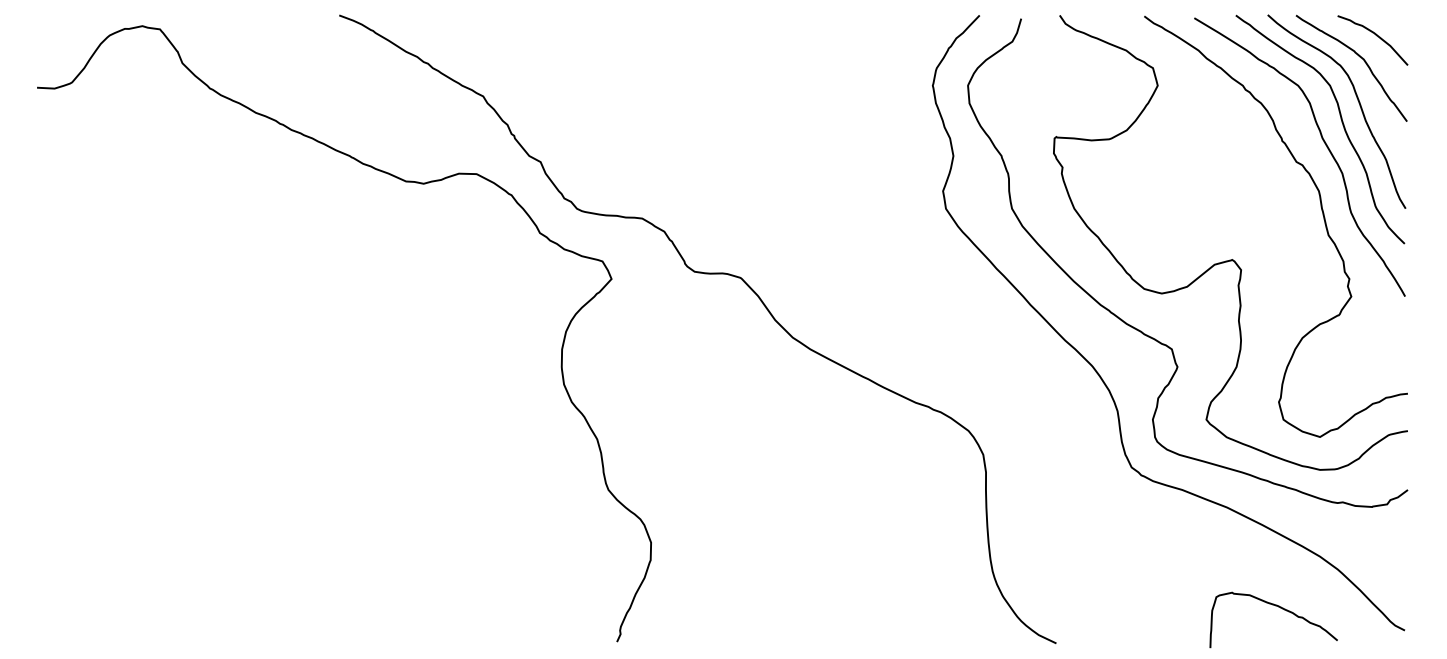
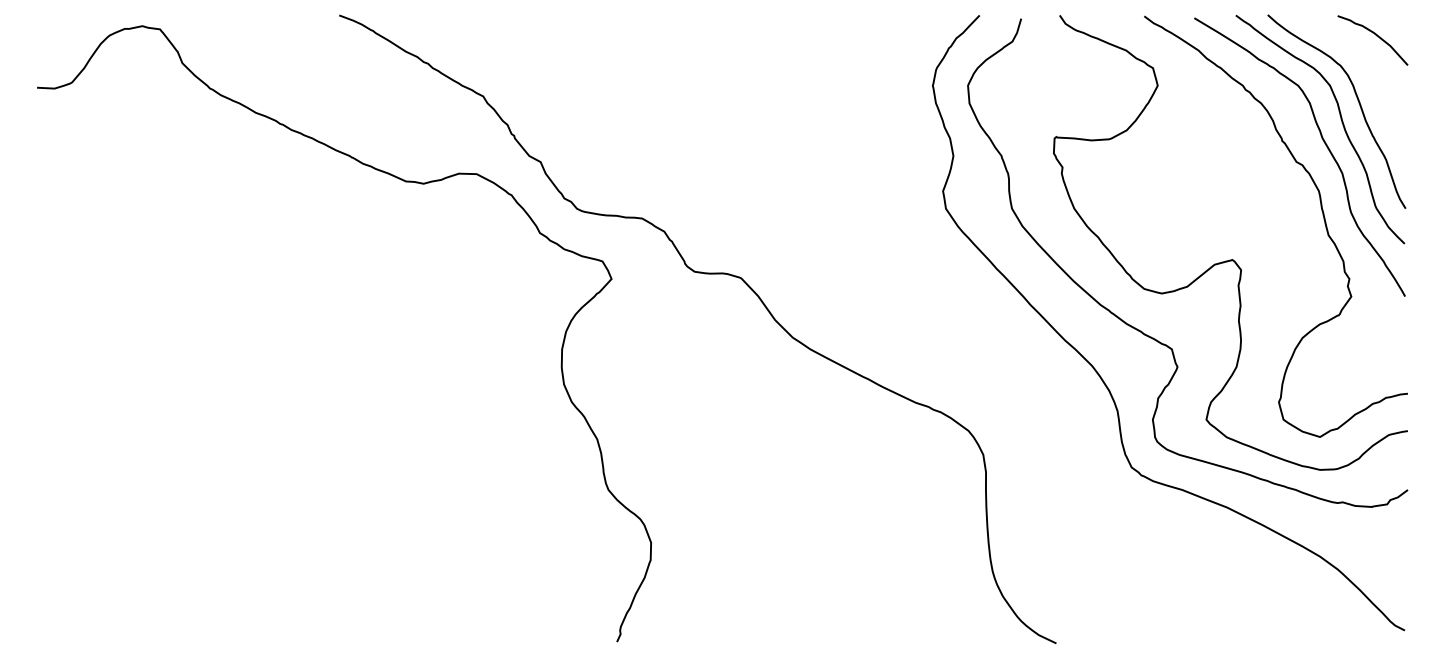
curve at (1359, 57): present -> none
curve at (1278, 607): present -> none
